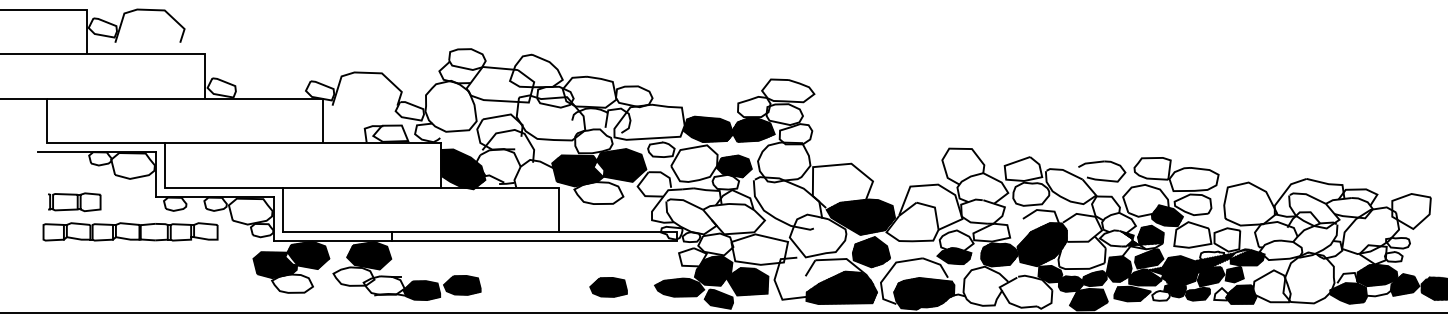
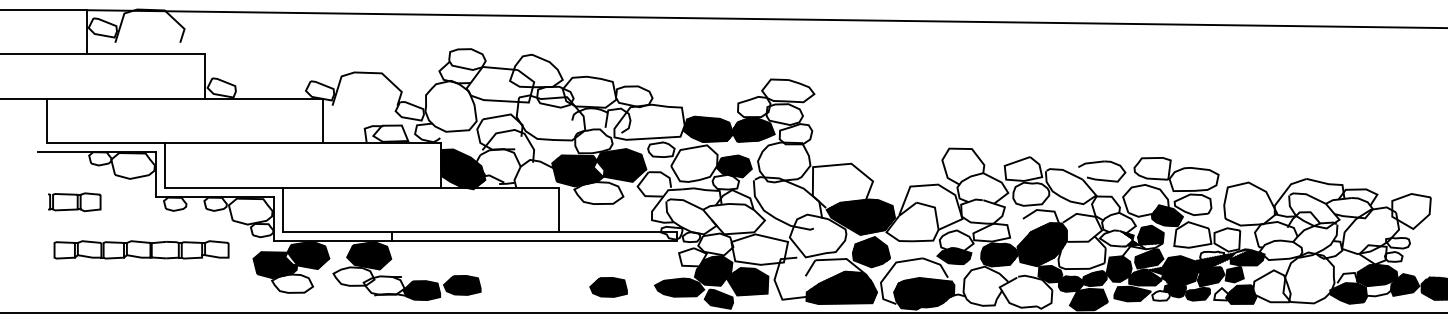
line at (765, 19): none -> present
part at (130, 231) position: (130, 231) -> (141, 249)
